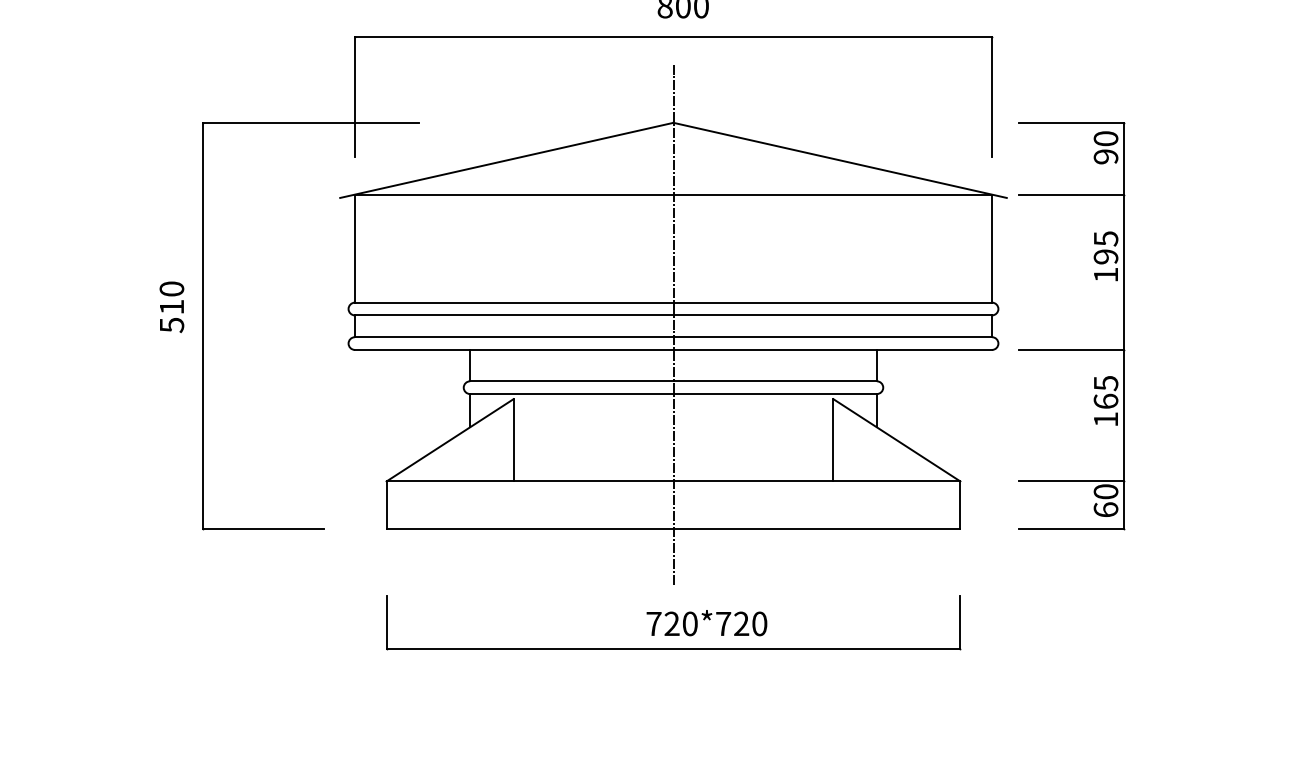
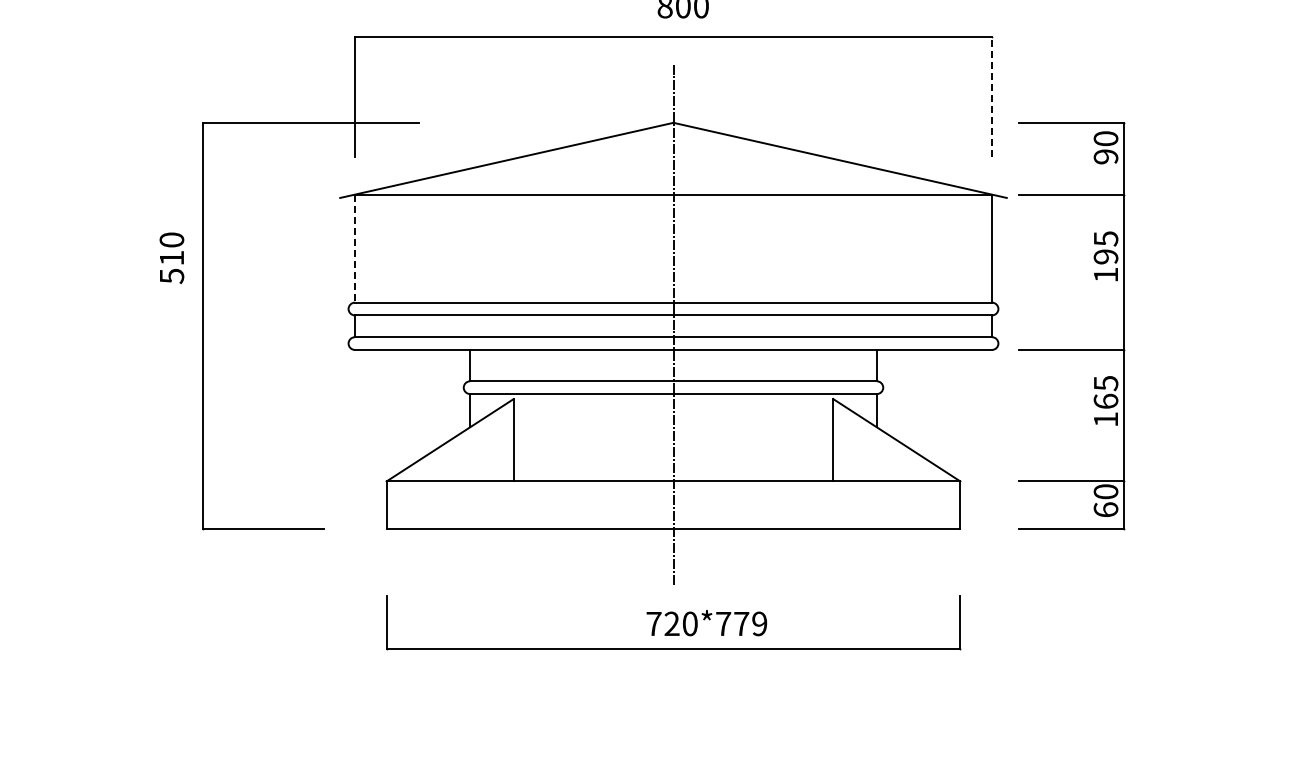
line at (992, 97): solid -> dashed
line at (354, 249): solid -> dashed
text at (171, 306) position: (171, 306) -> (171, 257)
text at (750, 623): 720*720 -> 720*779
